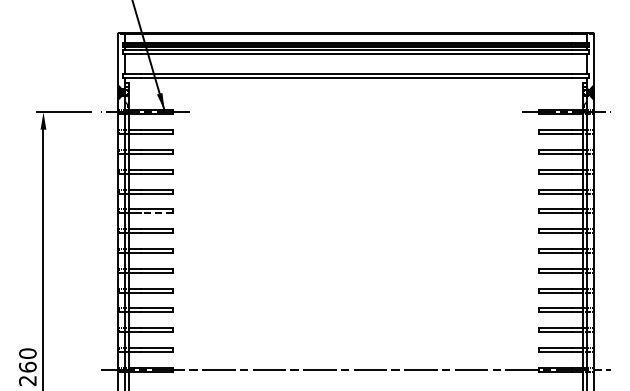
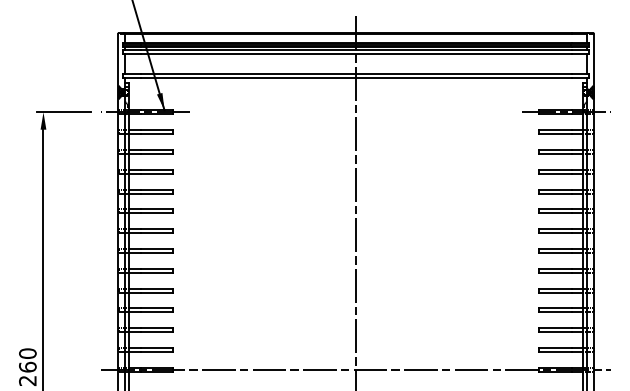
line at (356, 201): none -> present
line at (156, 213): dashed -> solid
